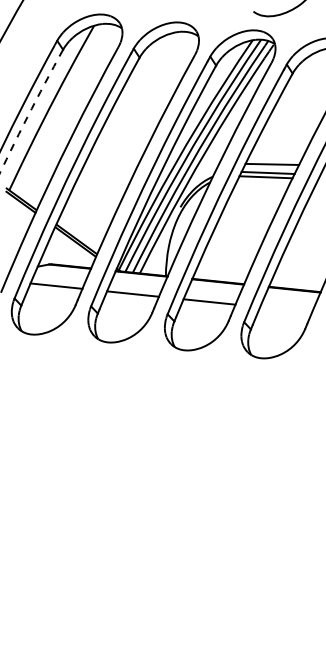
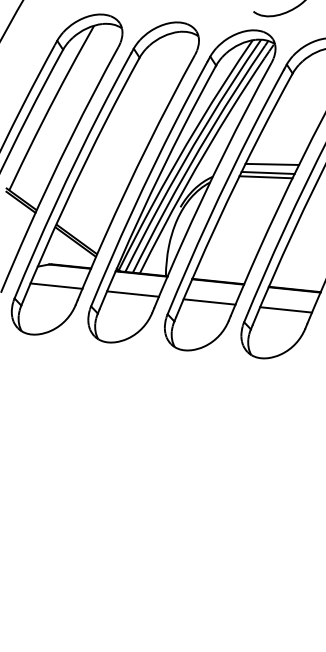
arc at (30, 111): dashed -> solid
line at (286, 309): none -> present
